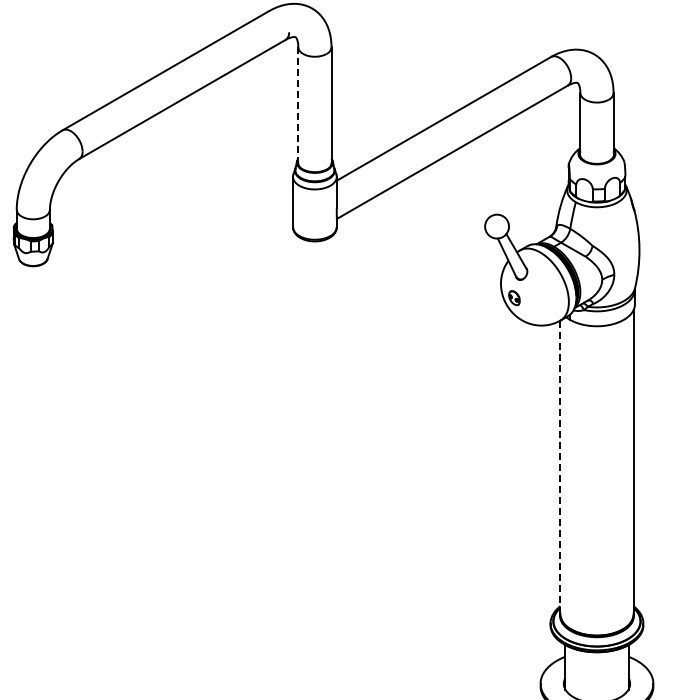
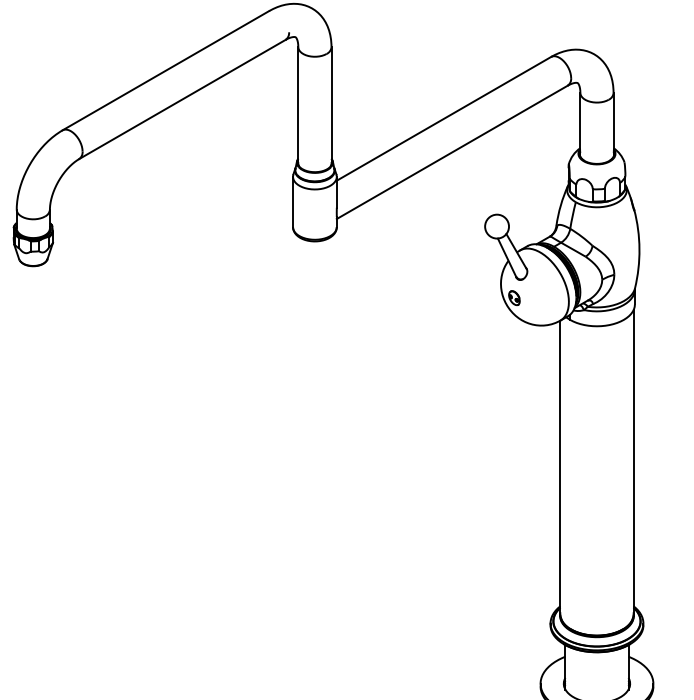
line at (298, 105): dashed -> solid
line at (560, 468): dashed -> solid
